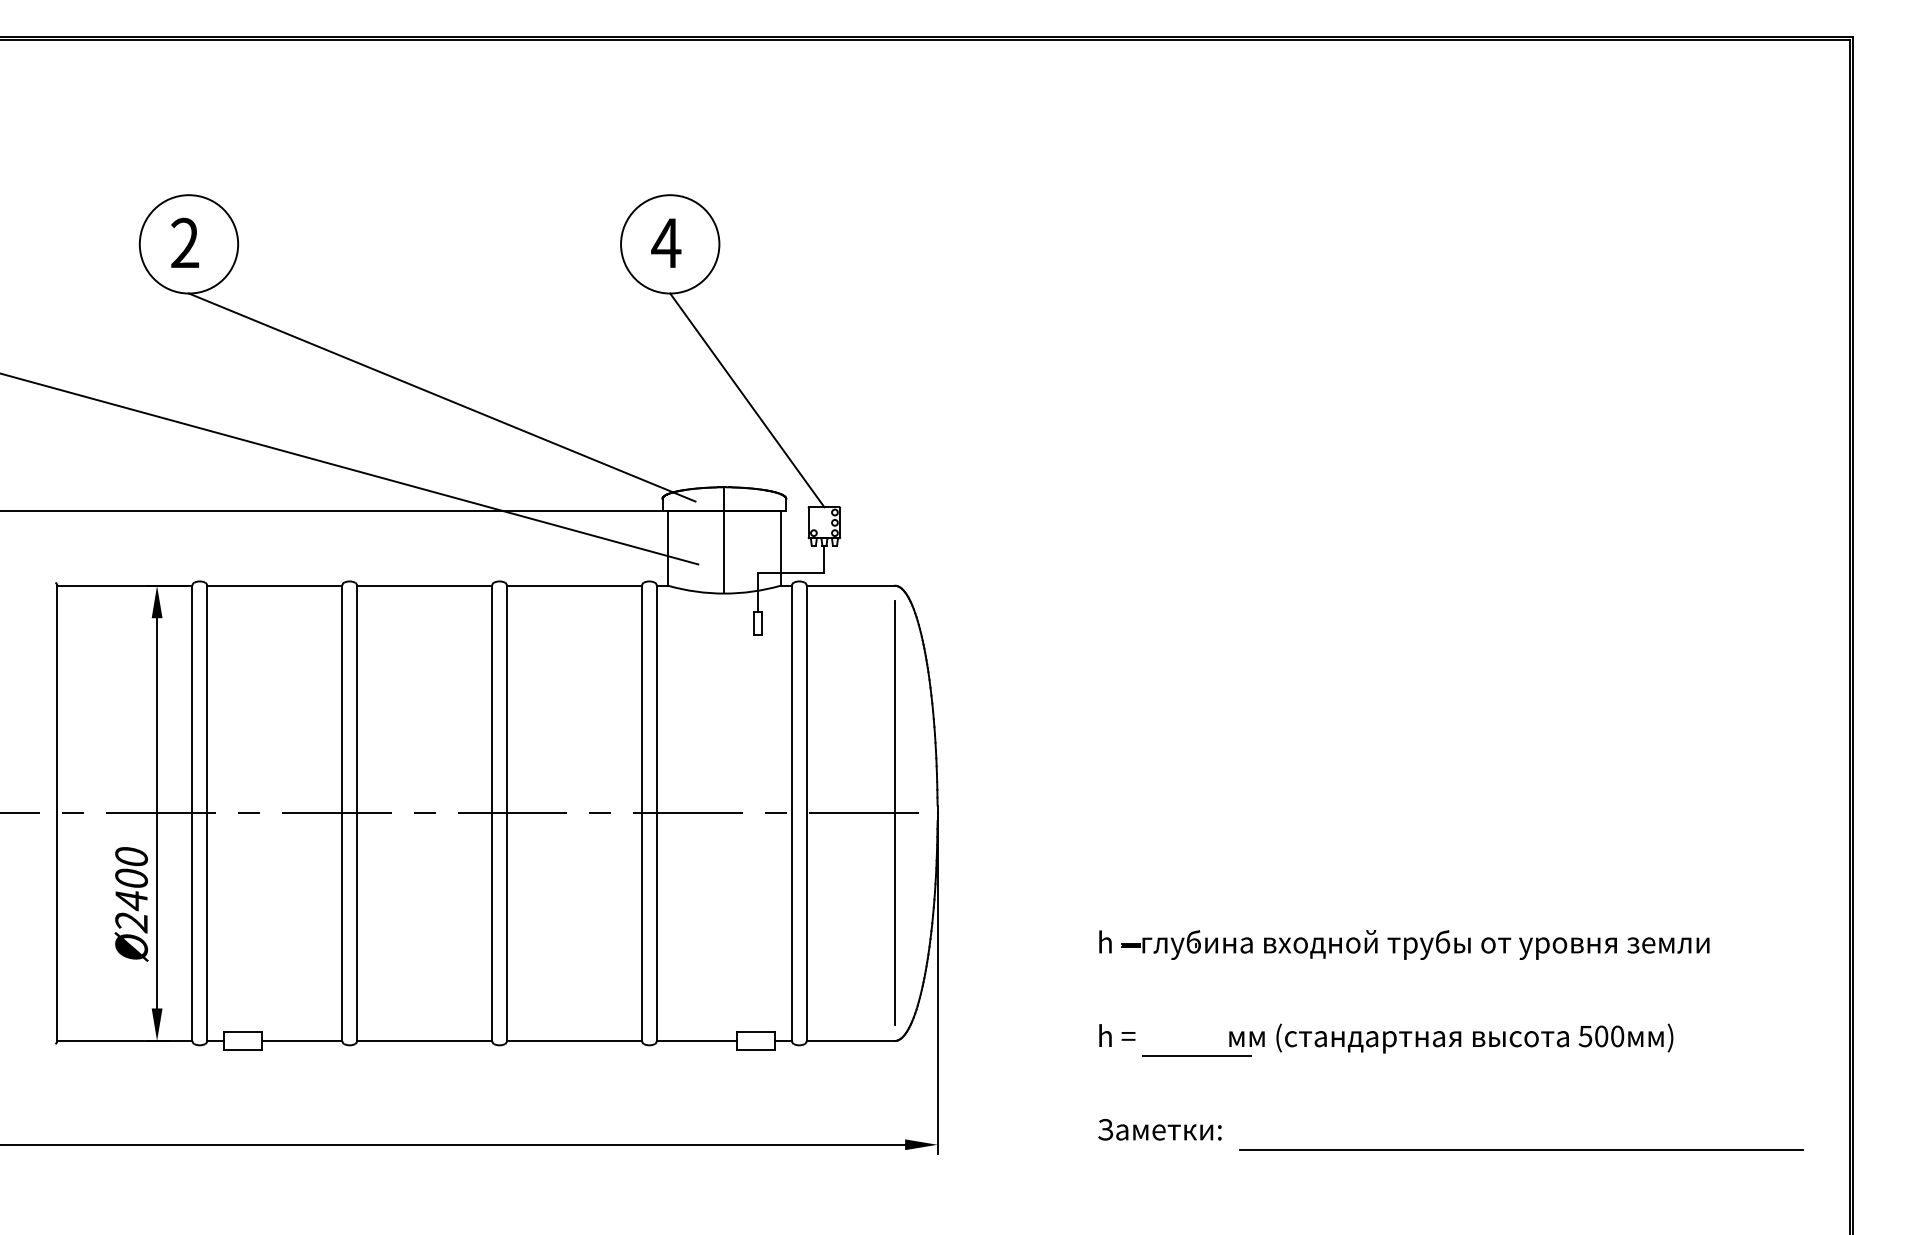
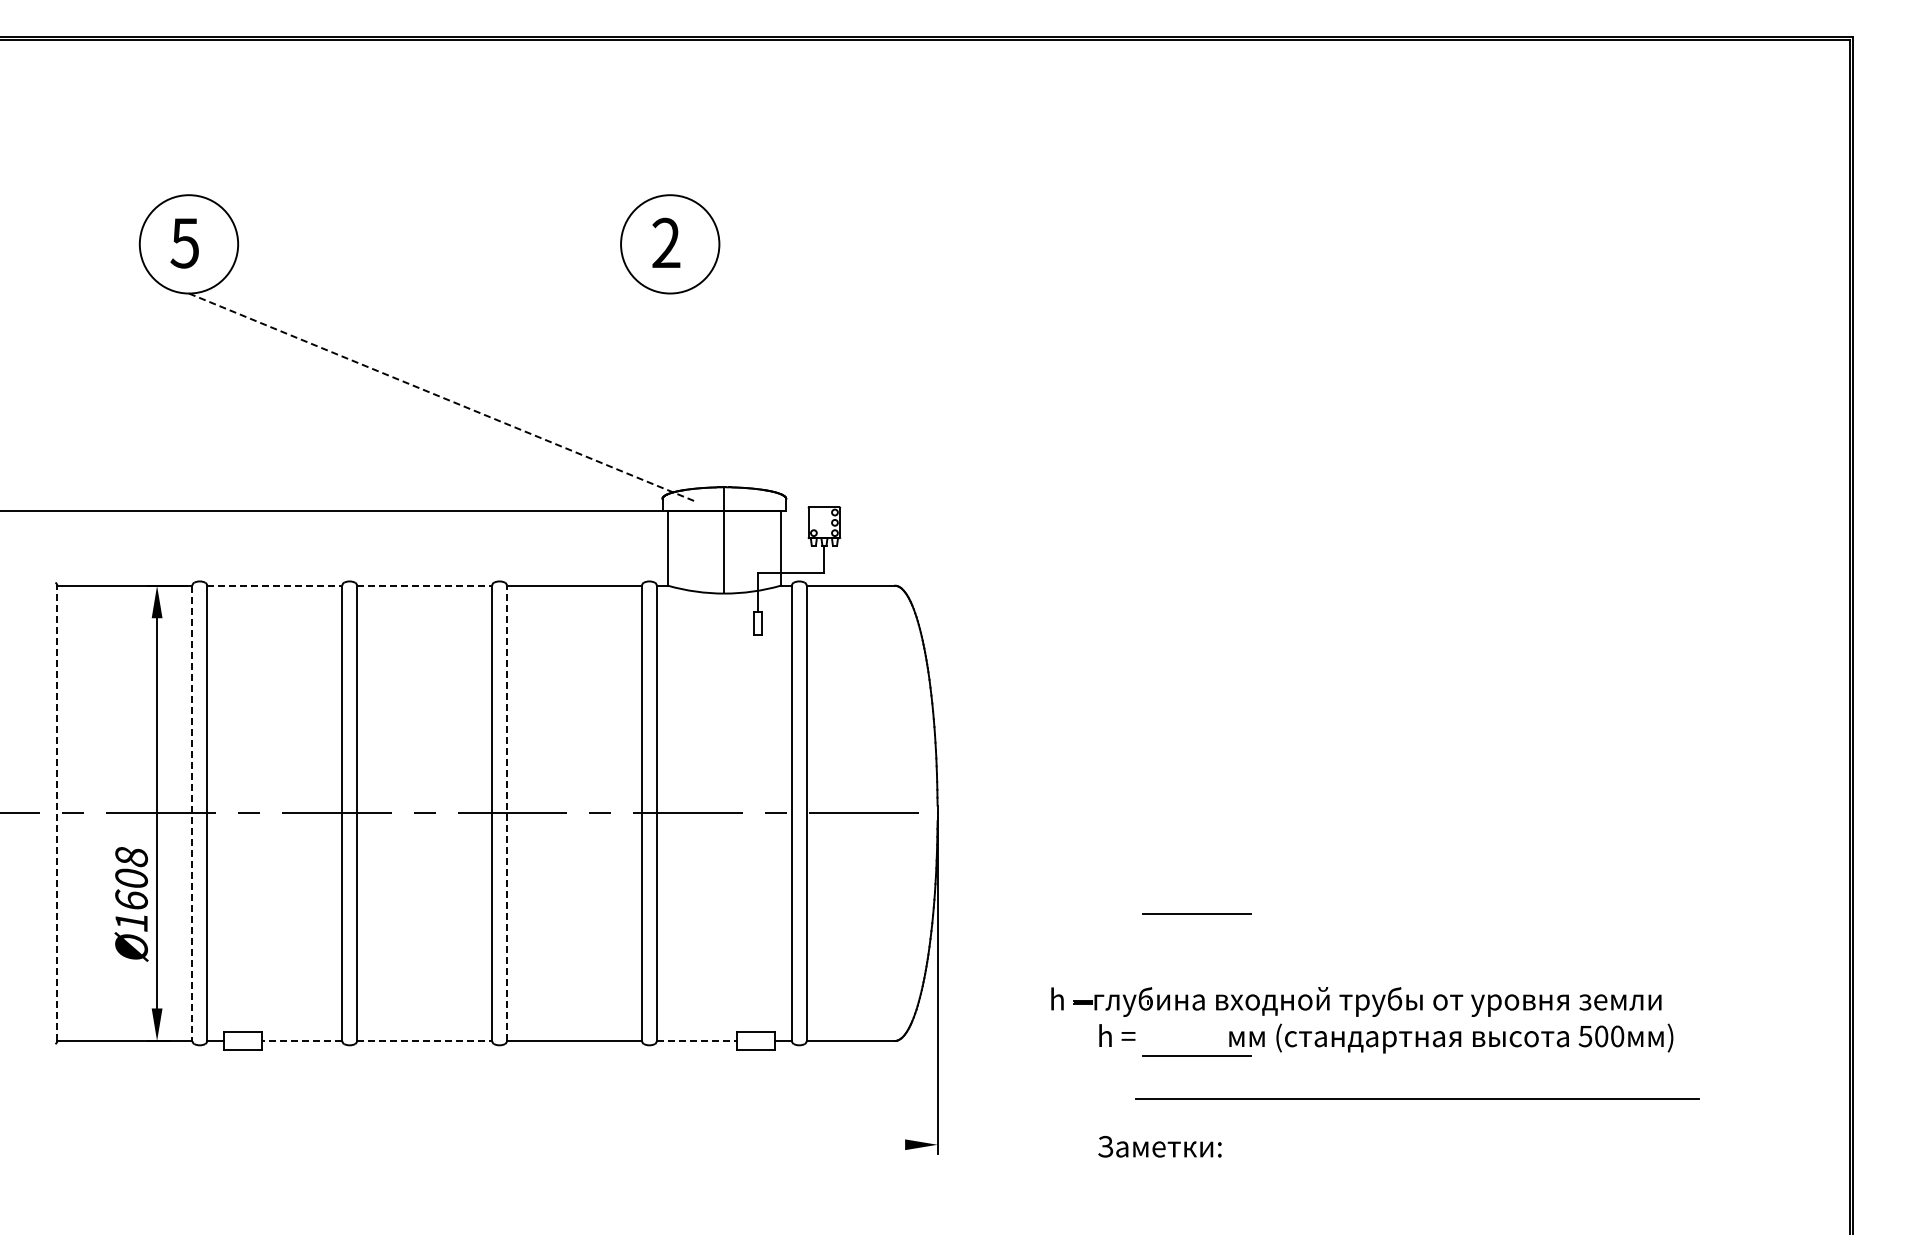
text at (184, 242): 2 -> 5
text at (666, 242): 4 -> 2
line at (442, 397): solid -> dashed
line at (747, 400): present -> none
line at (350, 469): present -> none
line at (274, 585): solid -> dashed
line at (424, 585): solid -> dashed
line at (57, 813): solid -> dashed
line at (192, 813): solid -> dashed
line at (506, 813): solid -> dashed
line at (894, 813): present -> none
text at (131, 890): Ø2400 -> Ø1608
line at (1196, 913): none -> present
part at (1404, 944) position: (1404, 944) -> (1356, 1001)
line at (301, 1040): solid -> dashed
line at (424, 1040): solid -> dashed
line at (697, 1040): solid -> dashed
text at (1159, 1129) position: (1159, 1129) -> (1159, 1146)
line at (453, 1144): present -> none
line at (1521, 1149) position: (1521, 1149) -> (1417, 1098)
